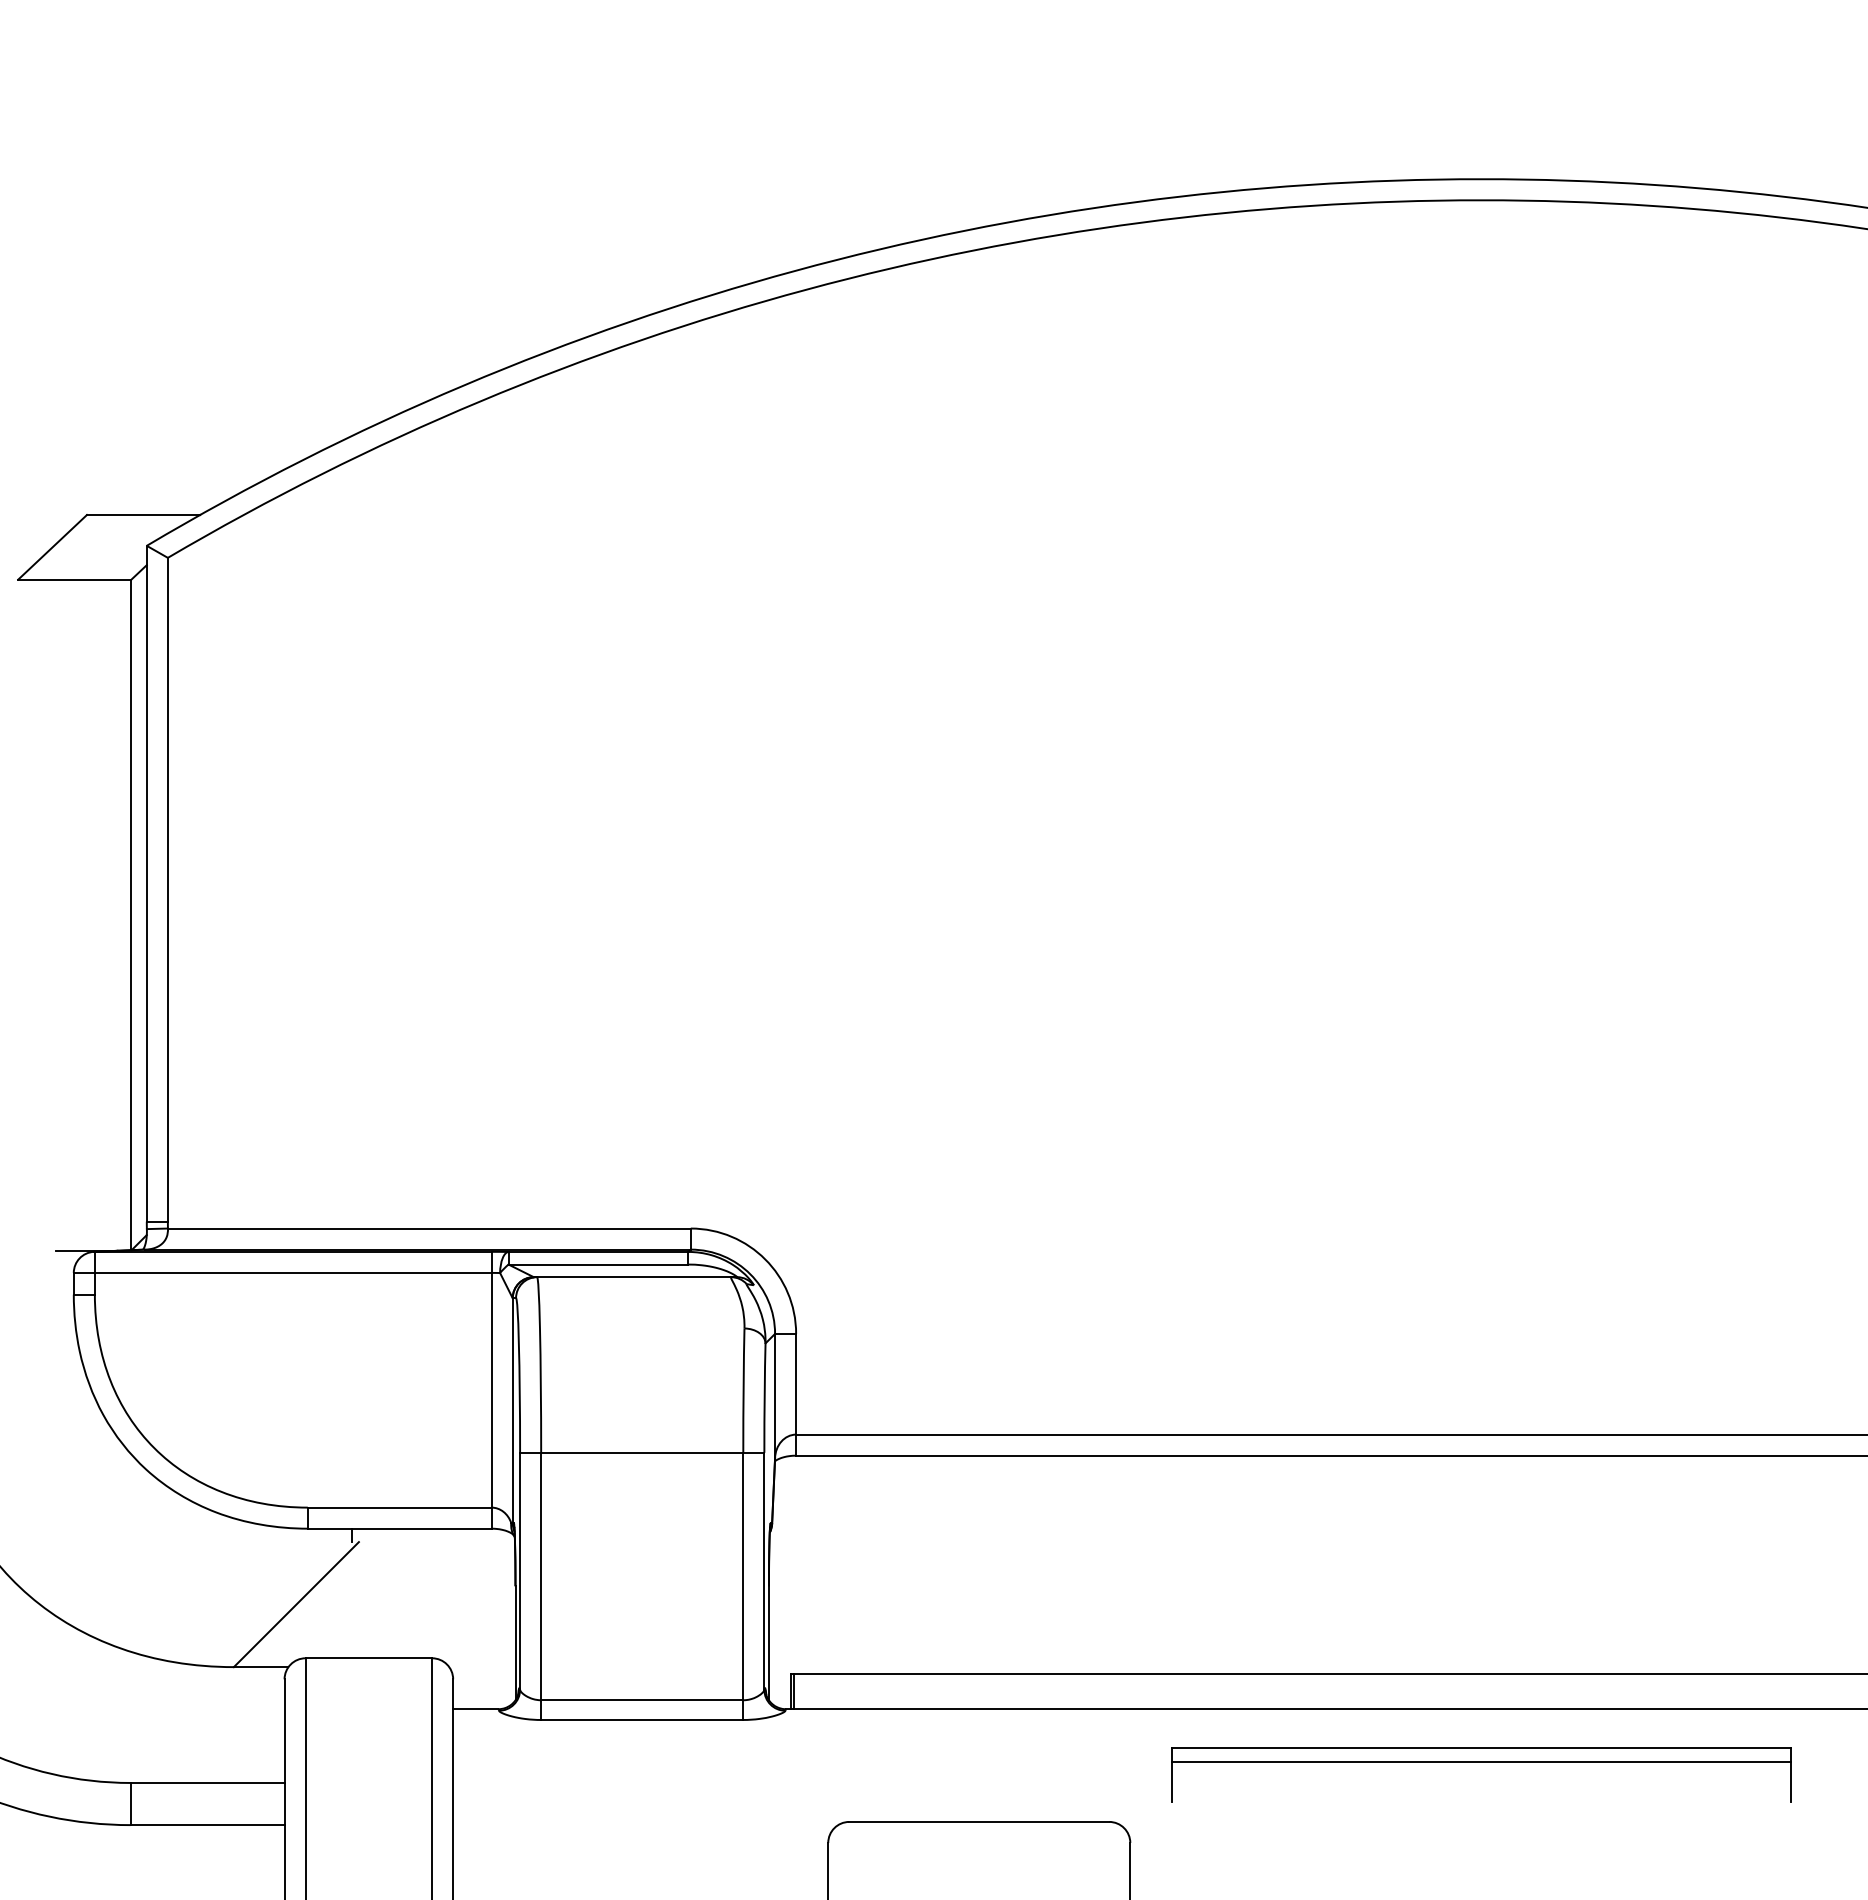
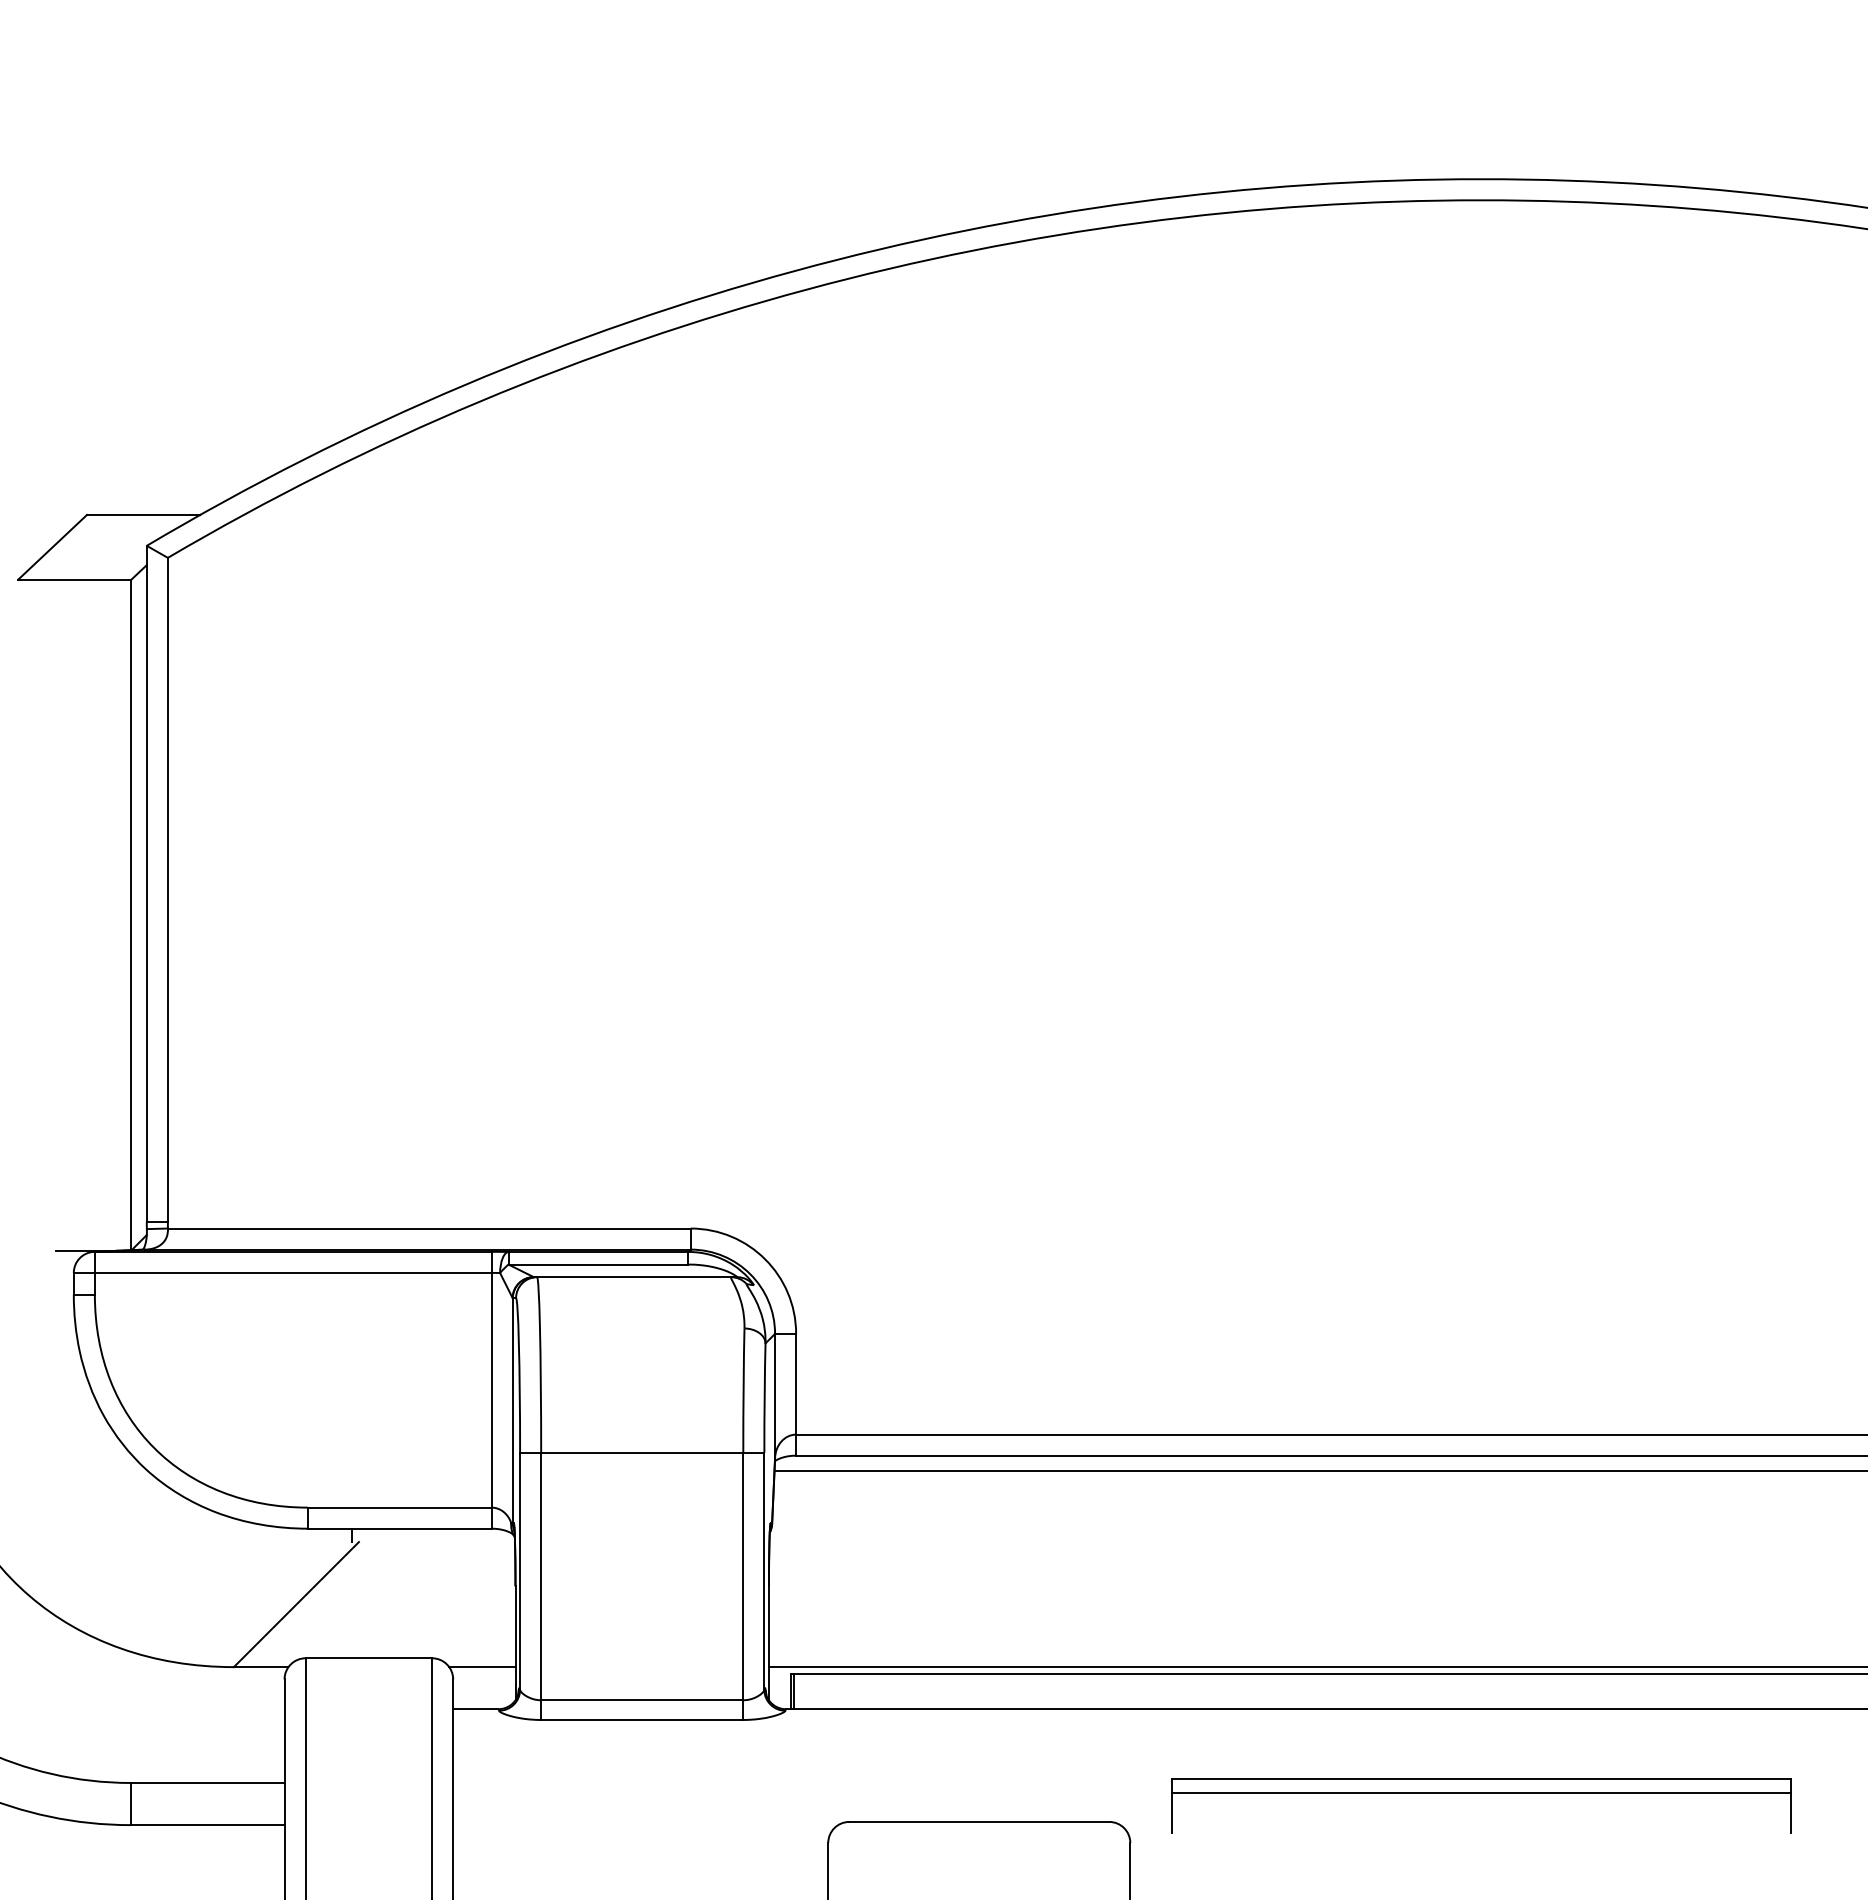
line at (1319, 1471): none -> present
line at (482, 1667): none -> present
line at (1316, 1667): none -> present
part at (1481, 1762) position: (1481, 1762) -> (1481, 1793)
